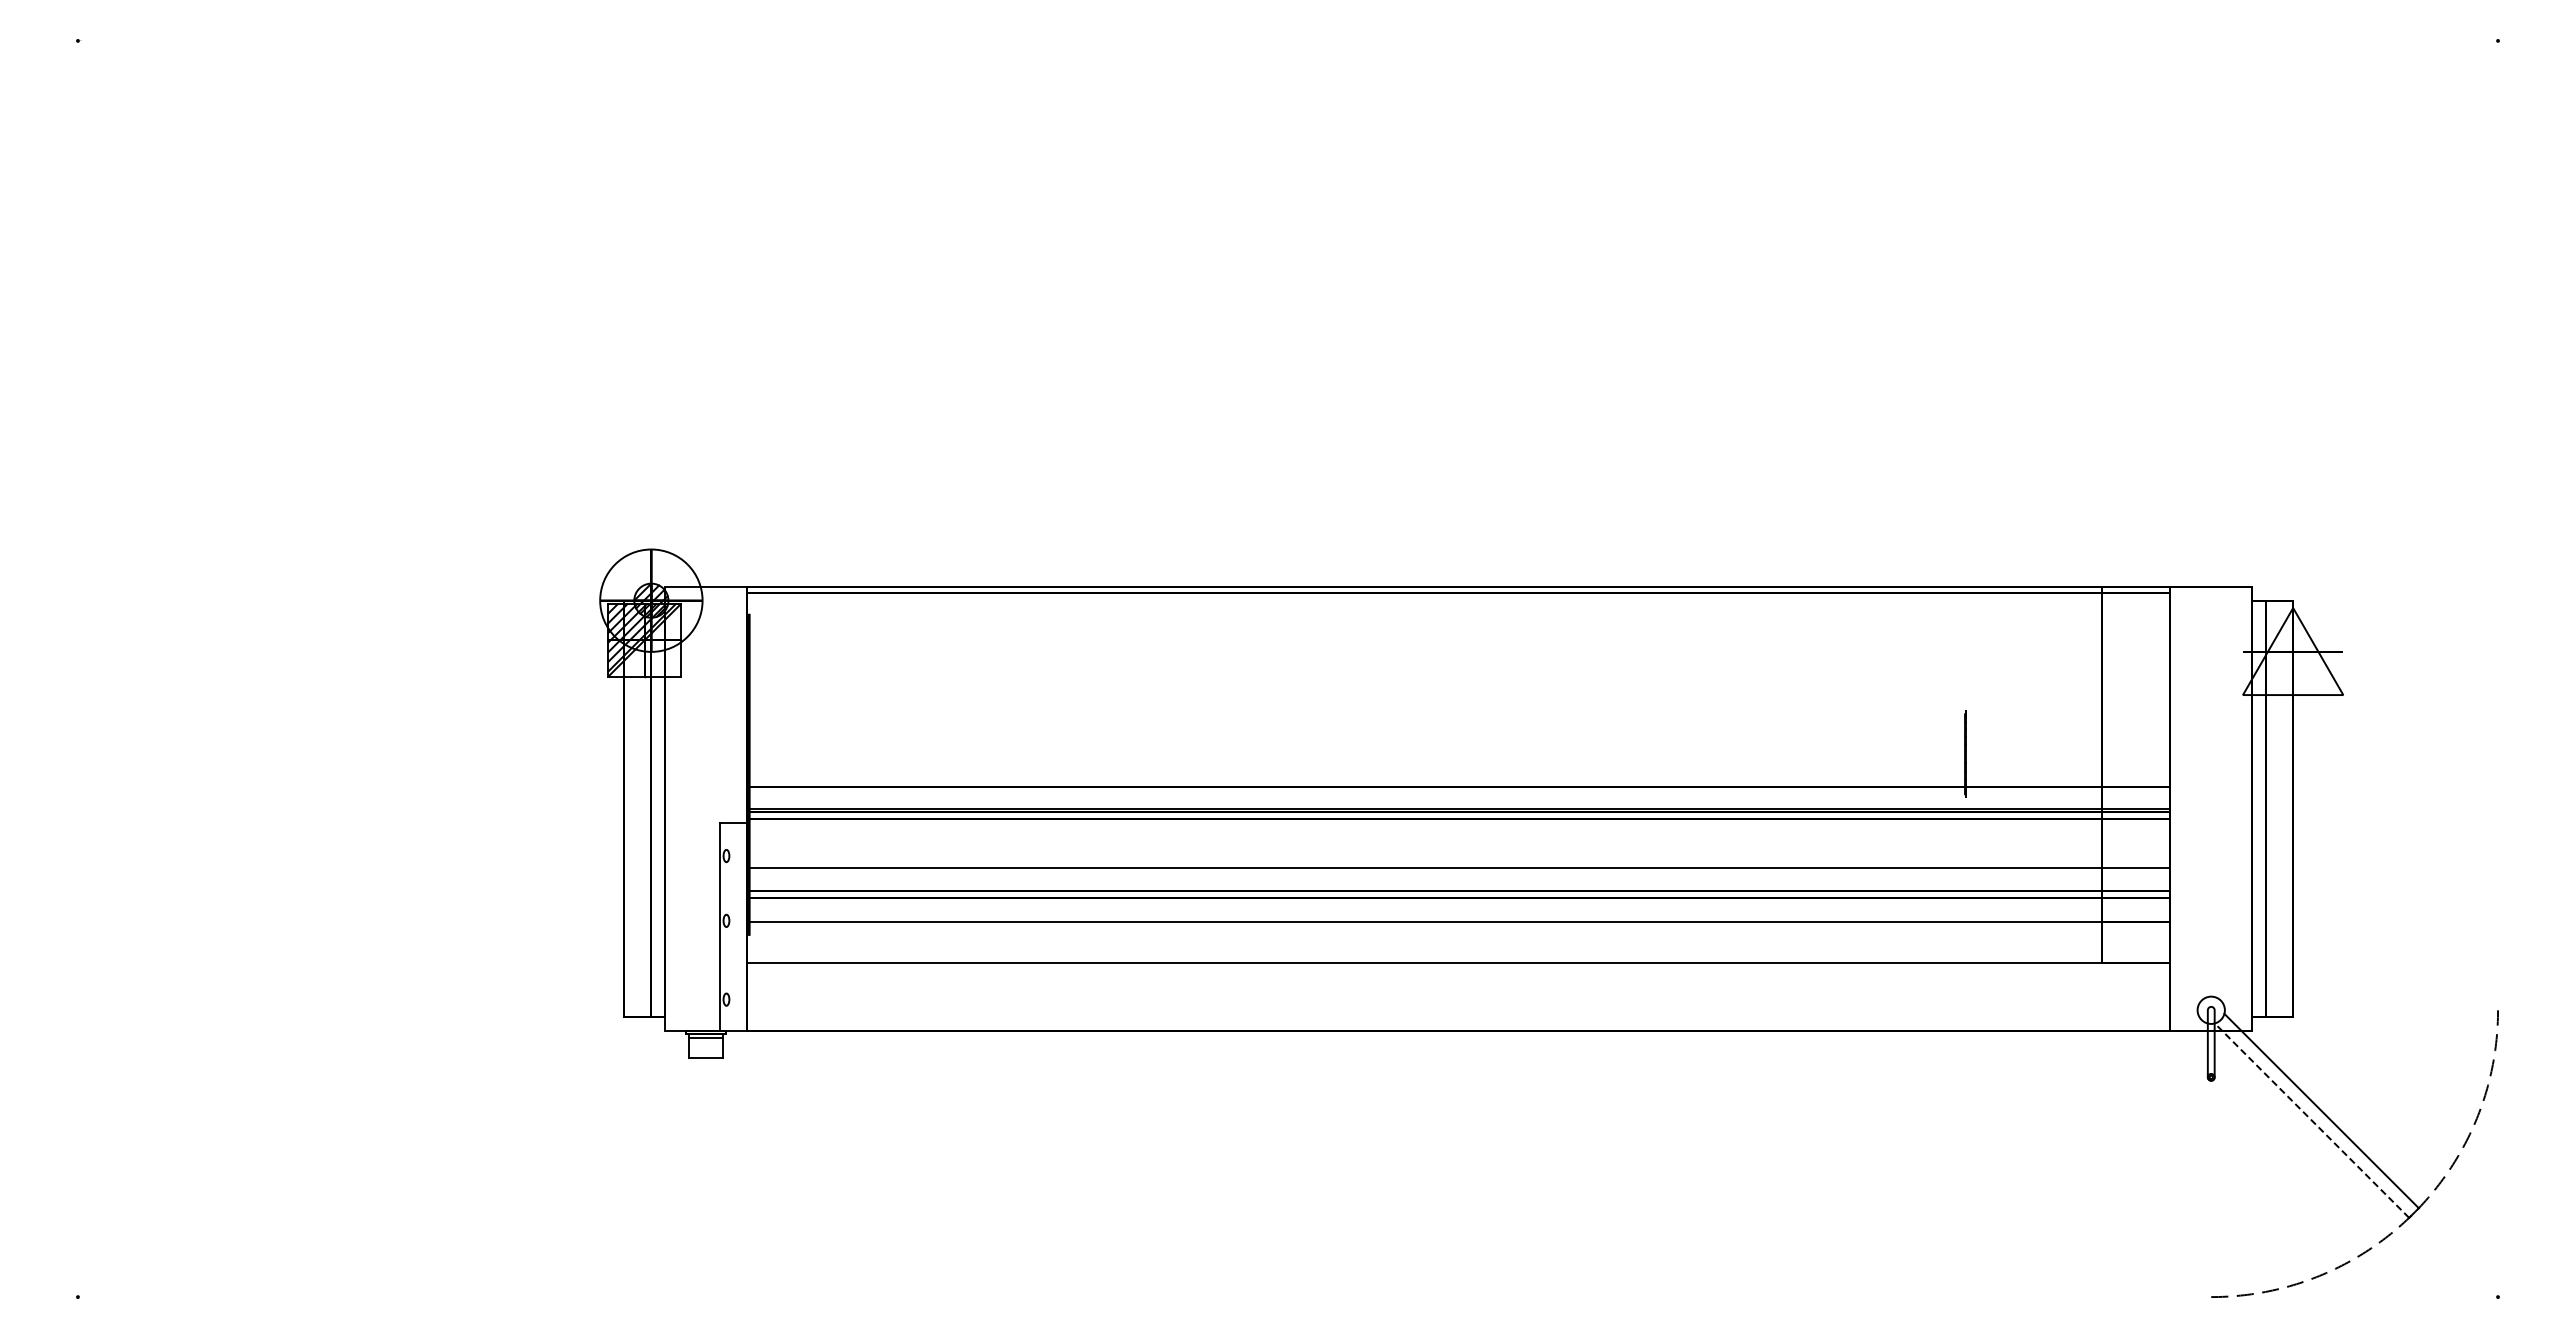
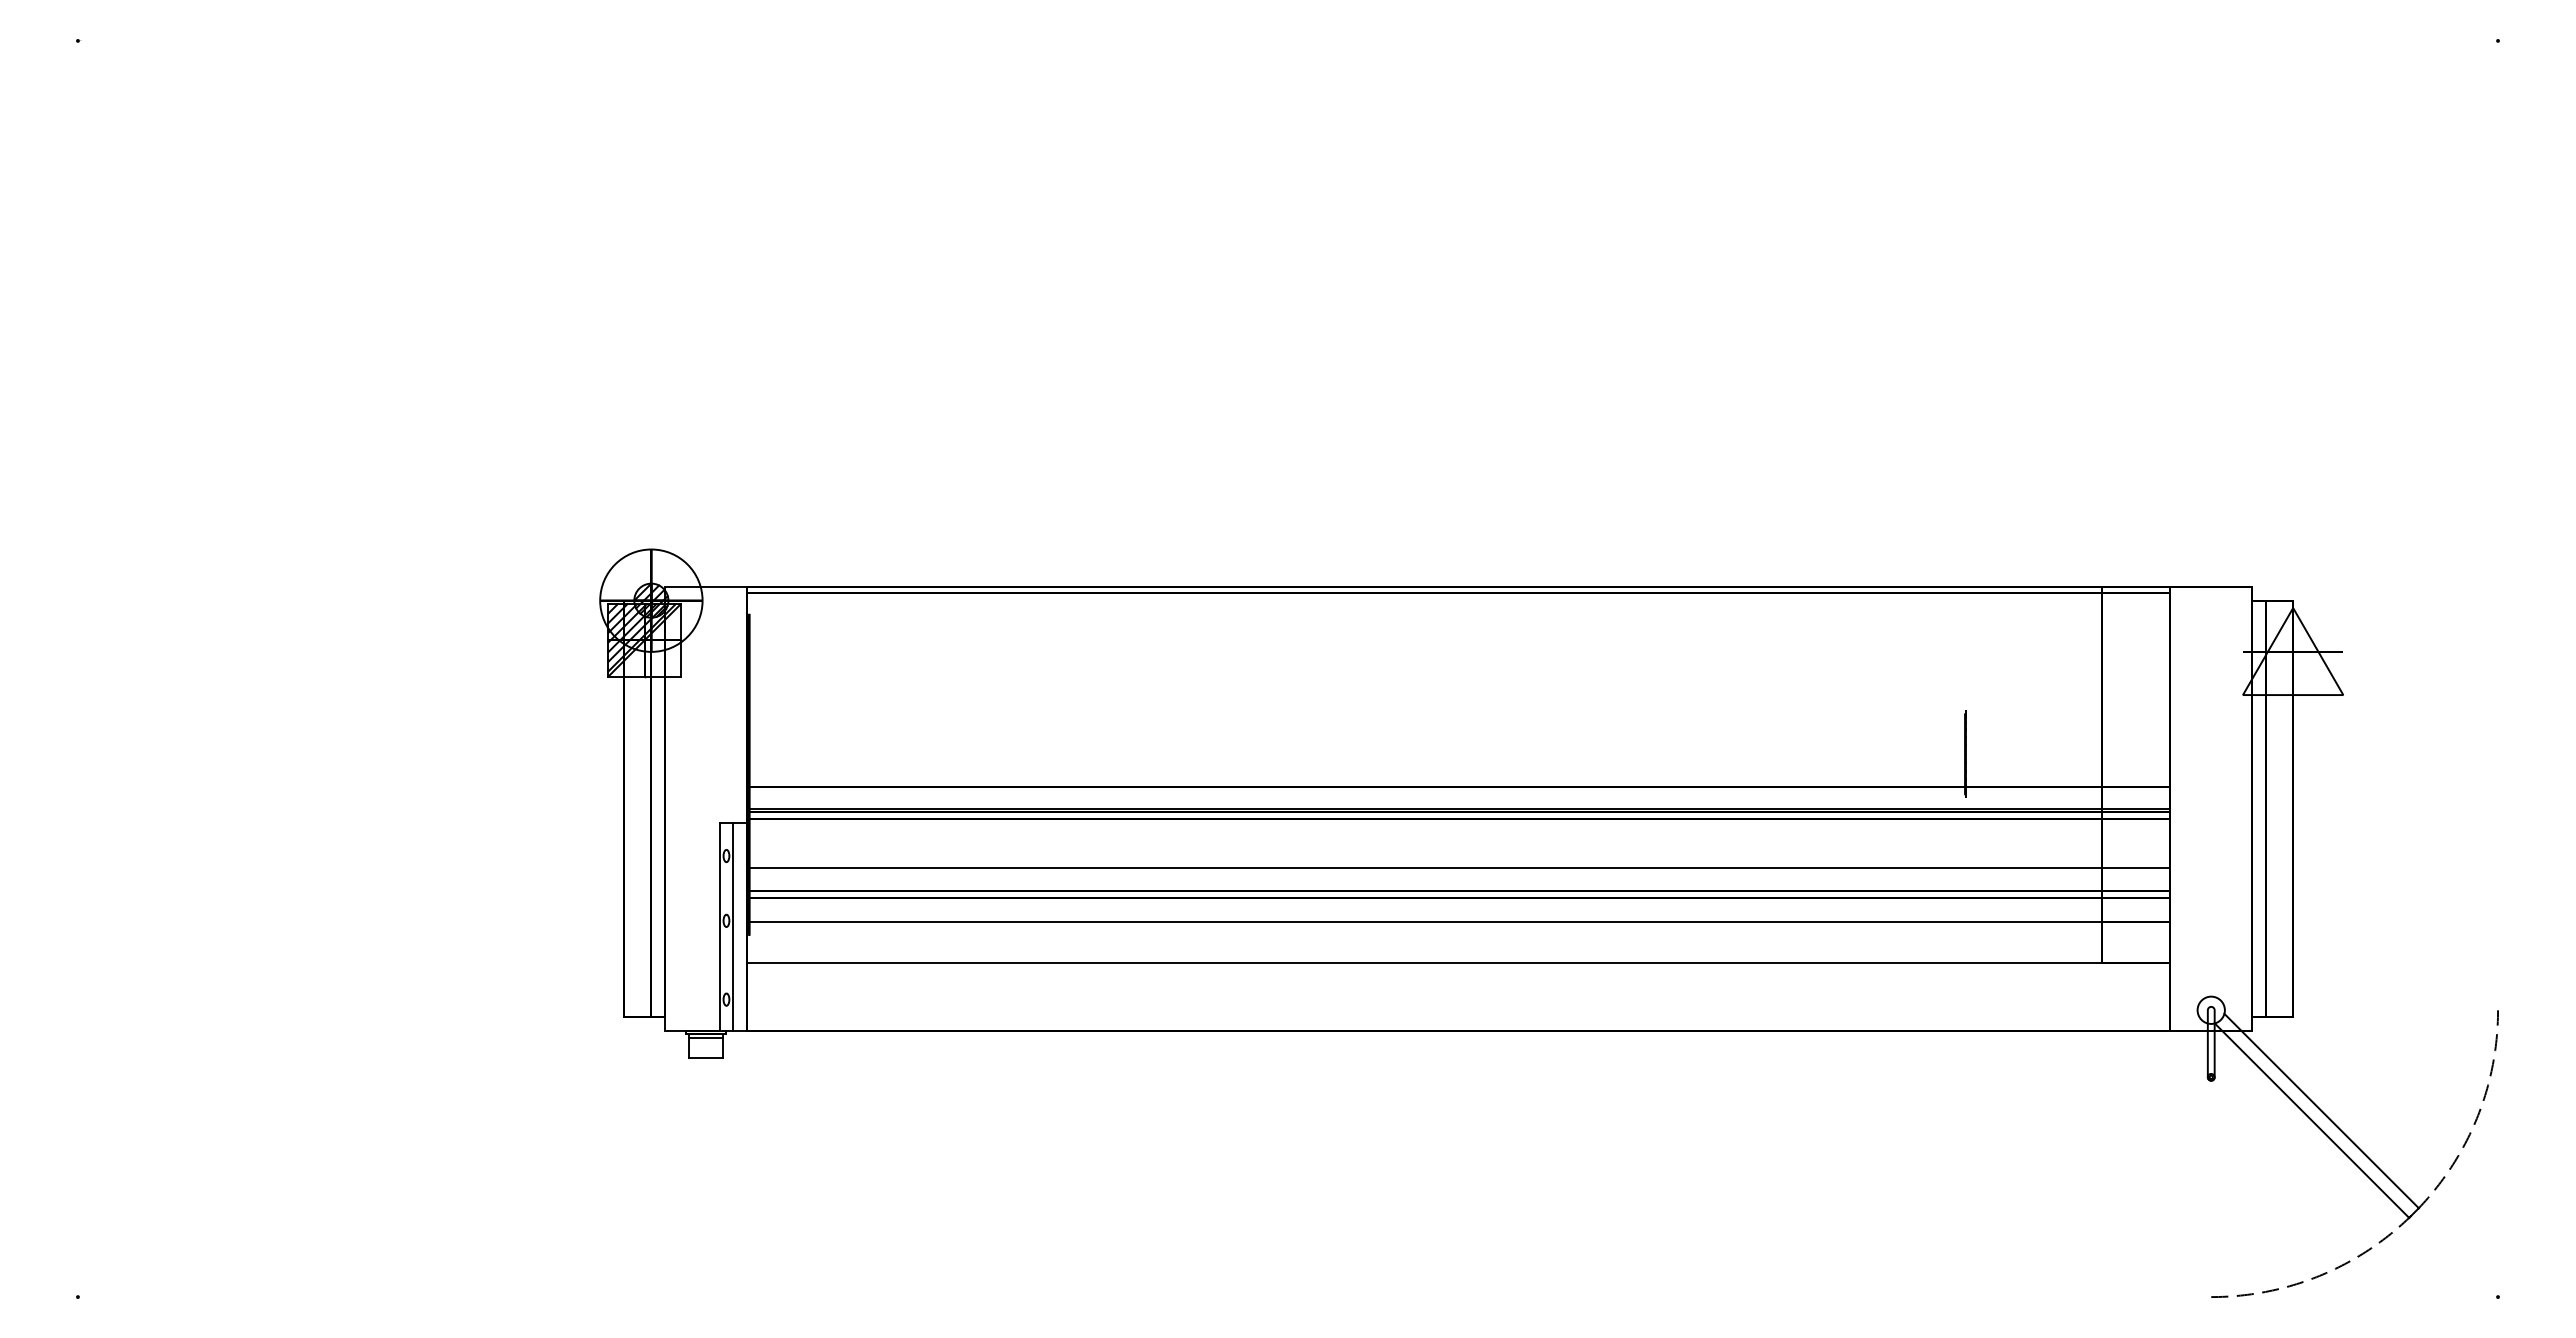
line at (733, 926): none -> present
line at (2311, 1120): dashed -> solid
